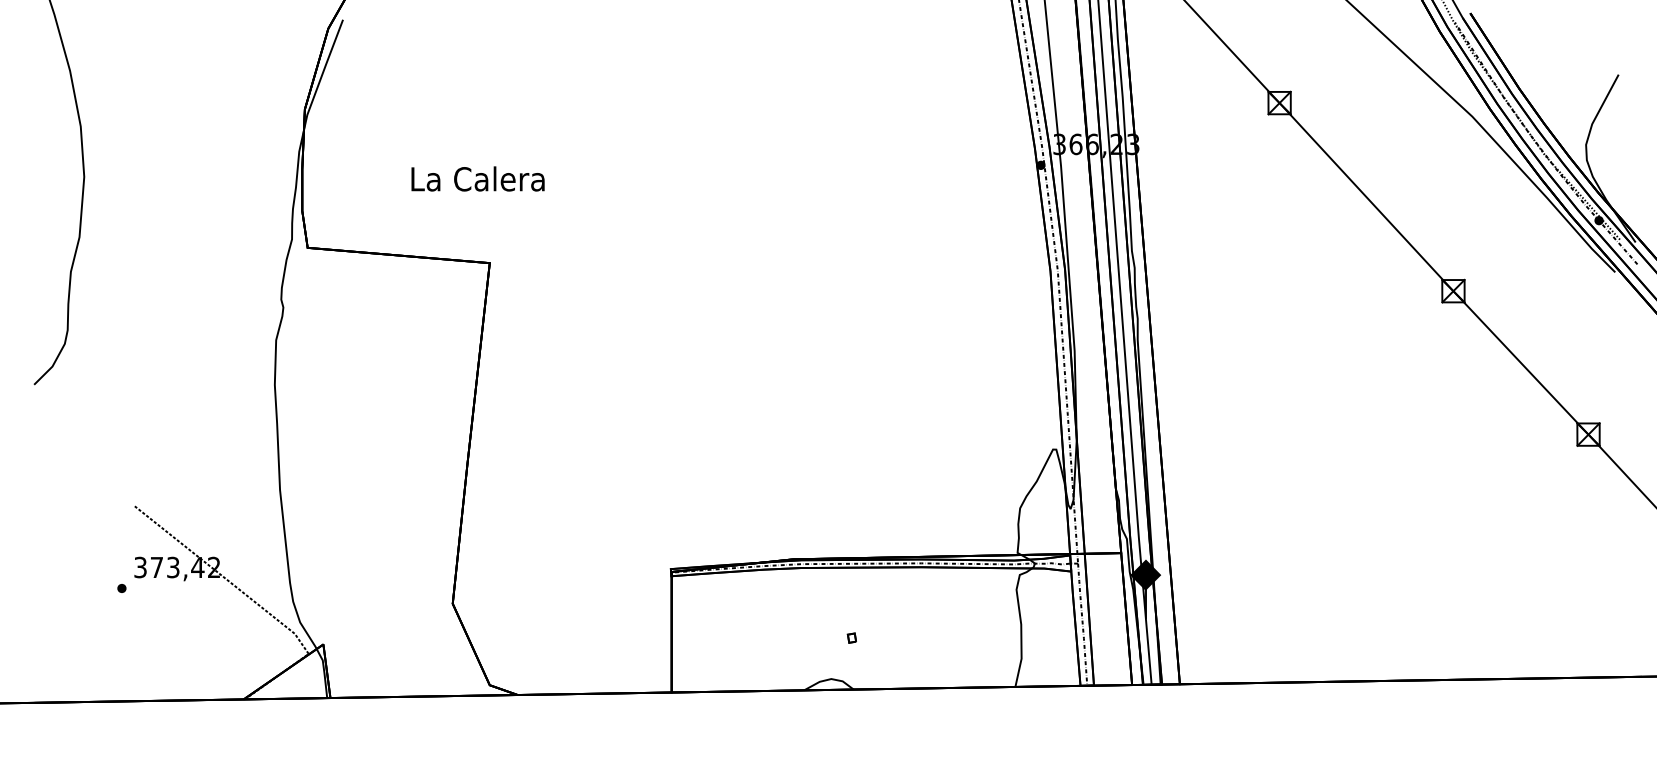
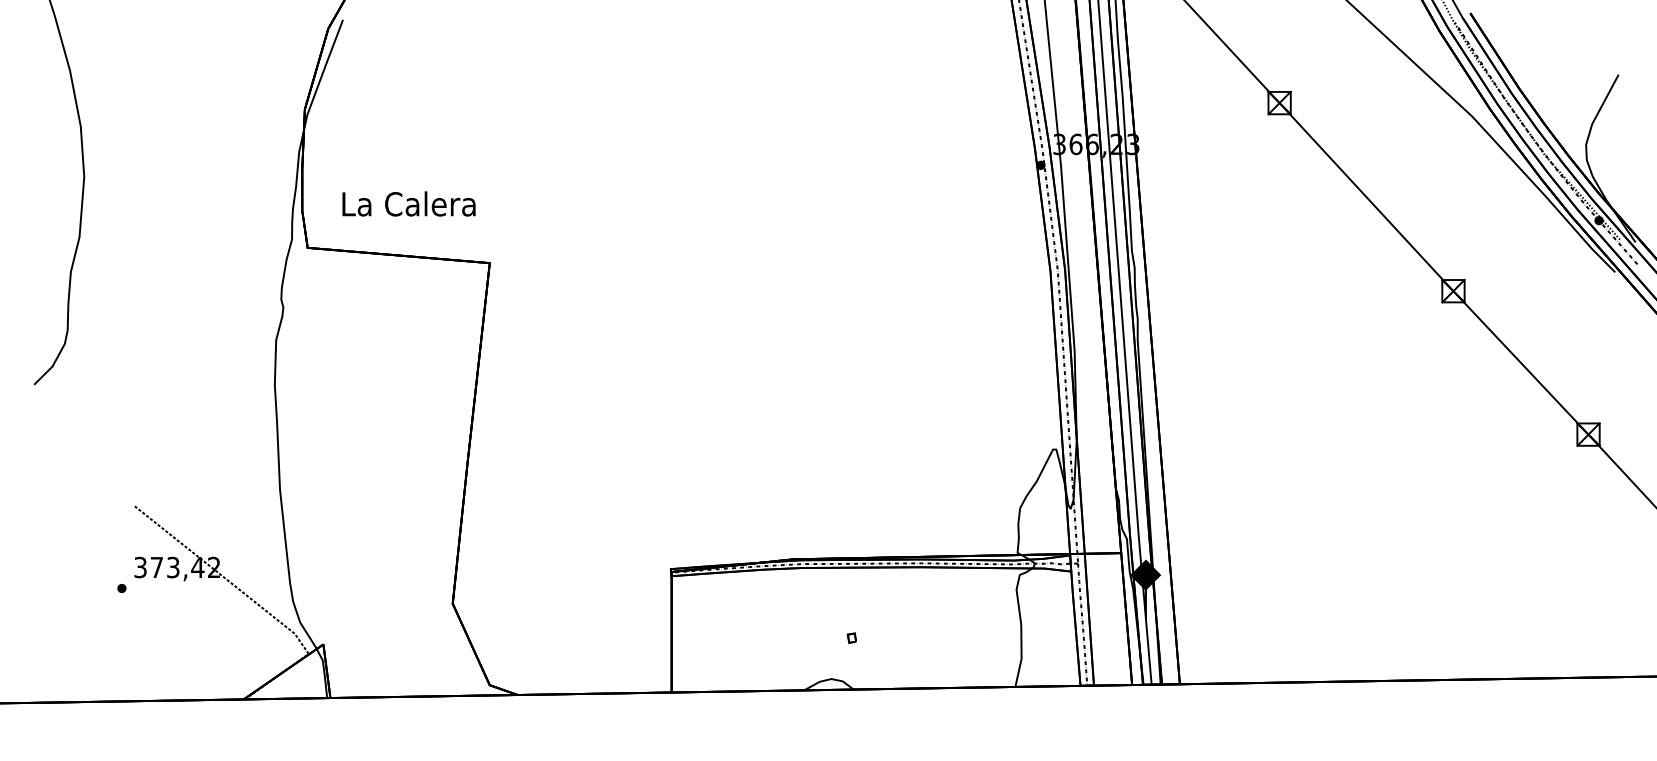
text at (477, 178) position: (477, 178) -> (408, 203)
